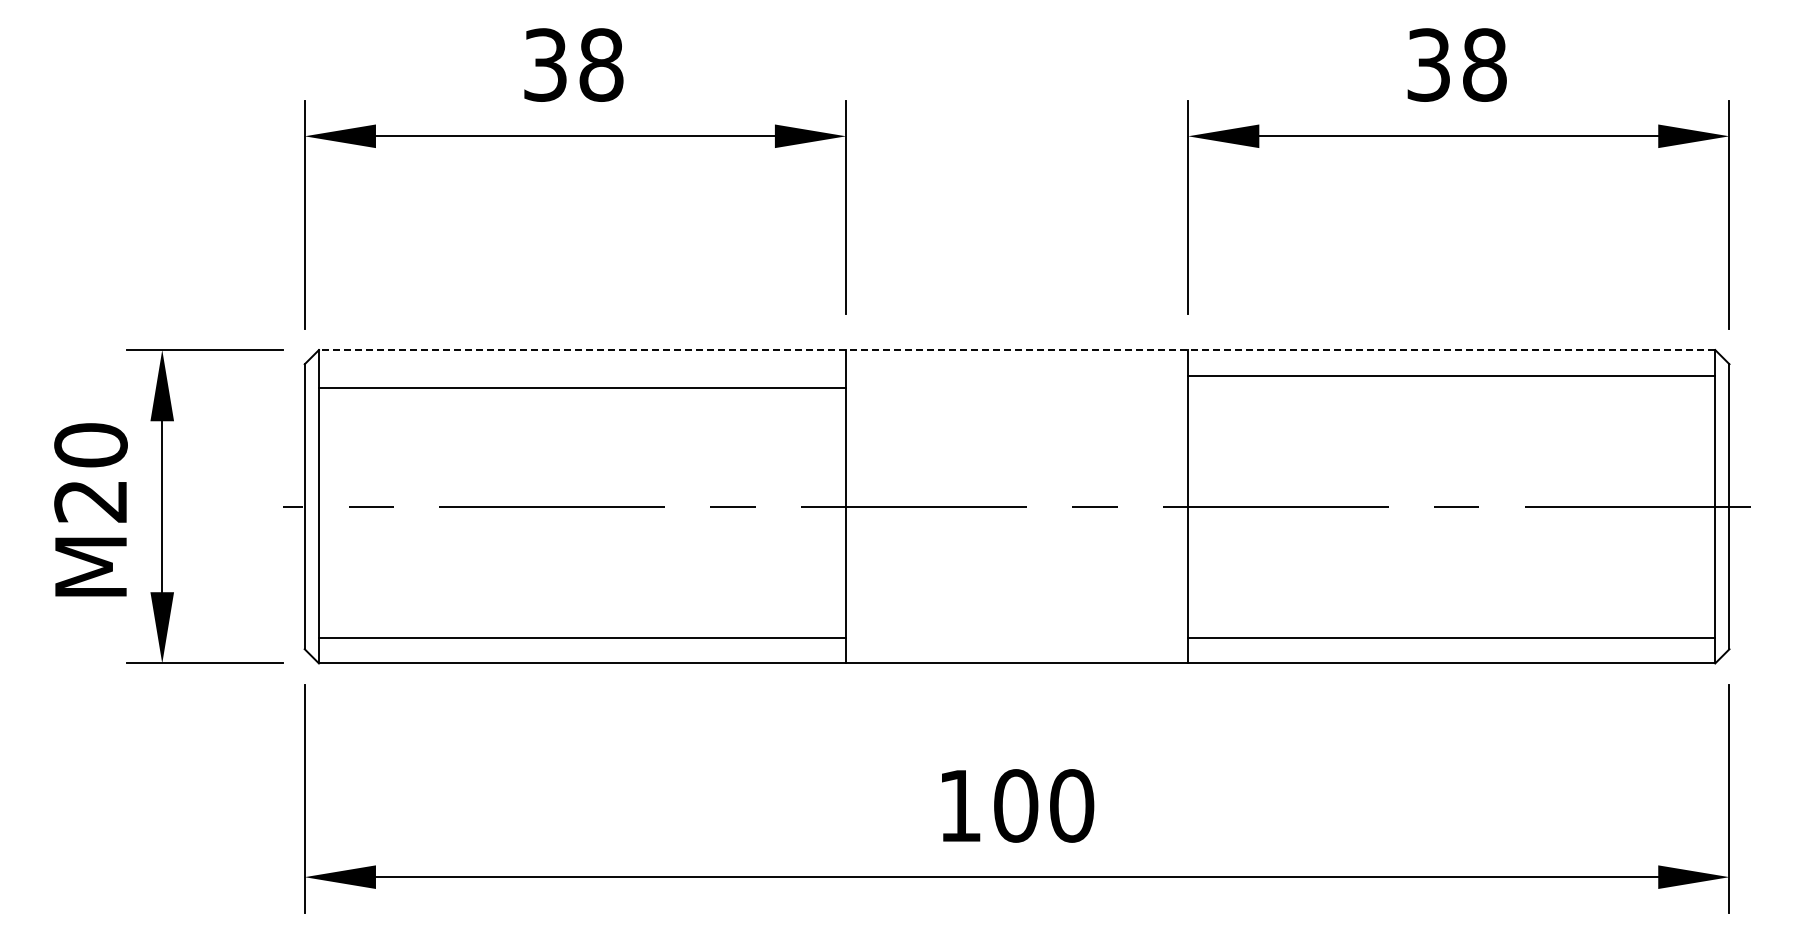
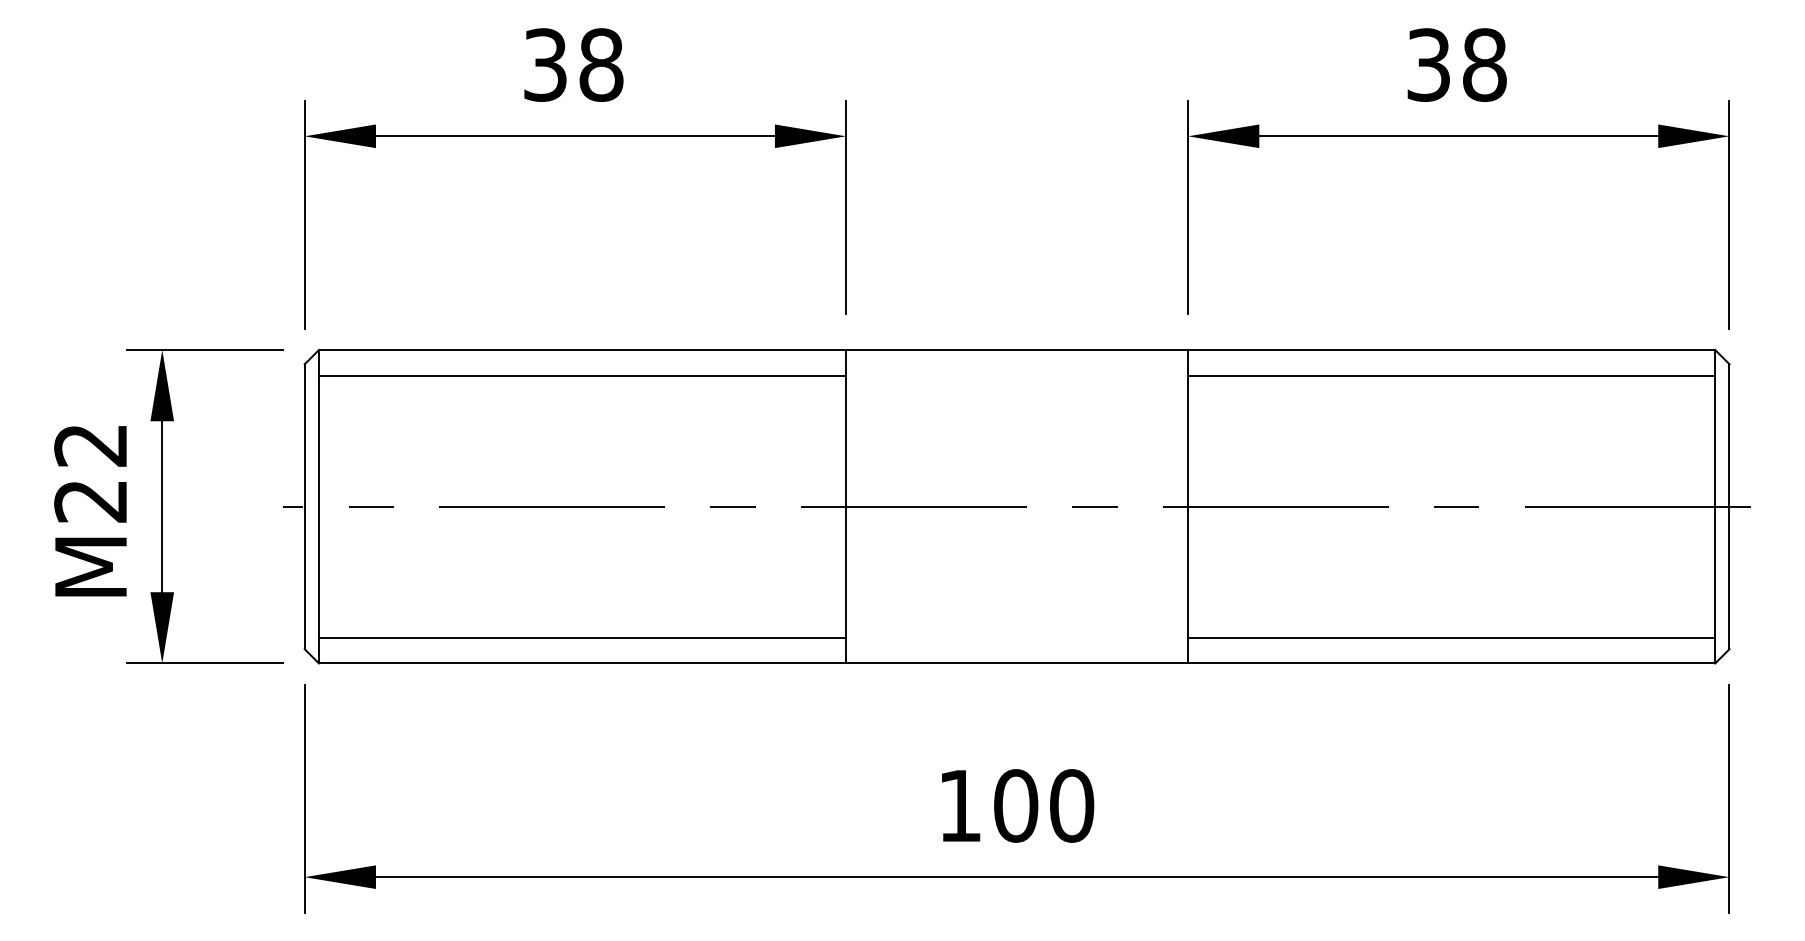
line at (1016, 350): dashed -> solid
line at (582, 387) position: (582, 387) -> (582, 375)
text at (90, 445): 20 -> 22
